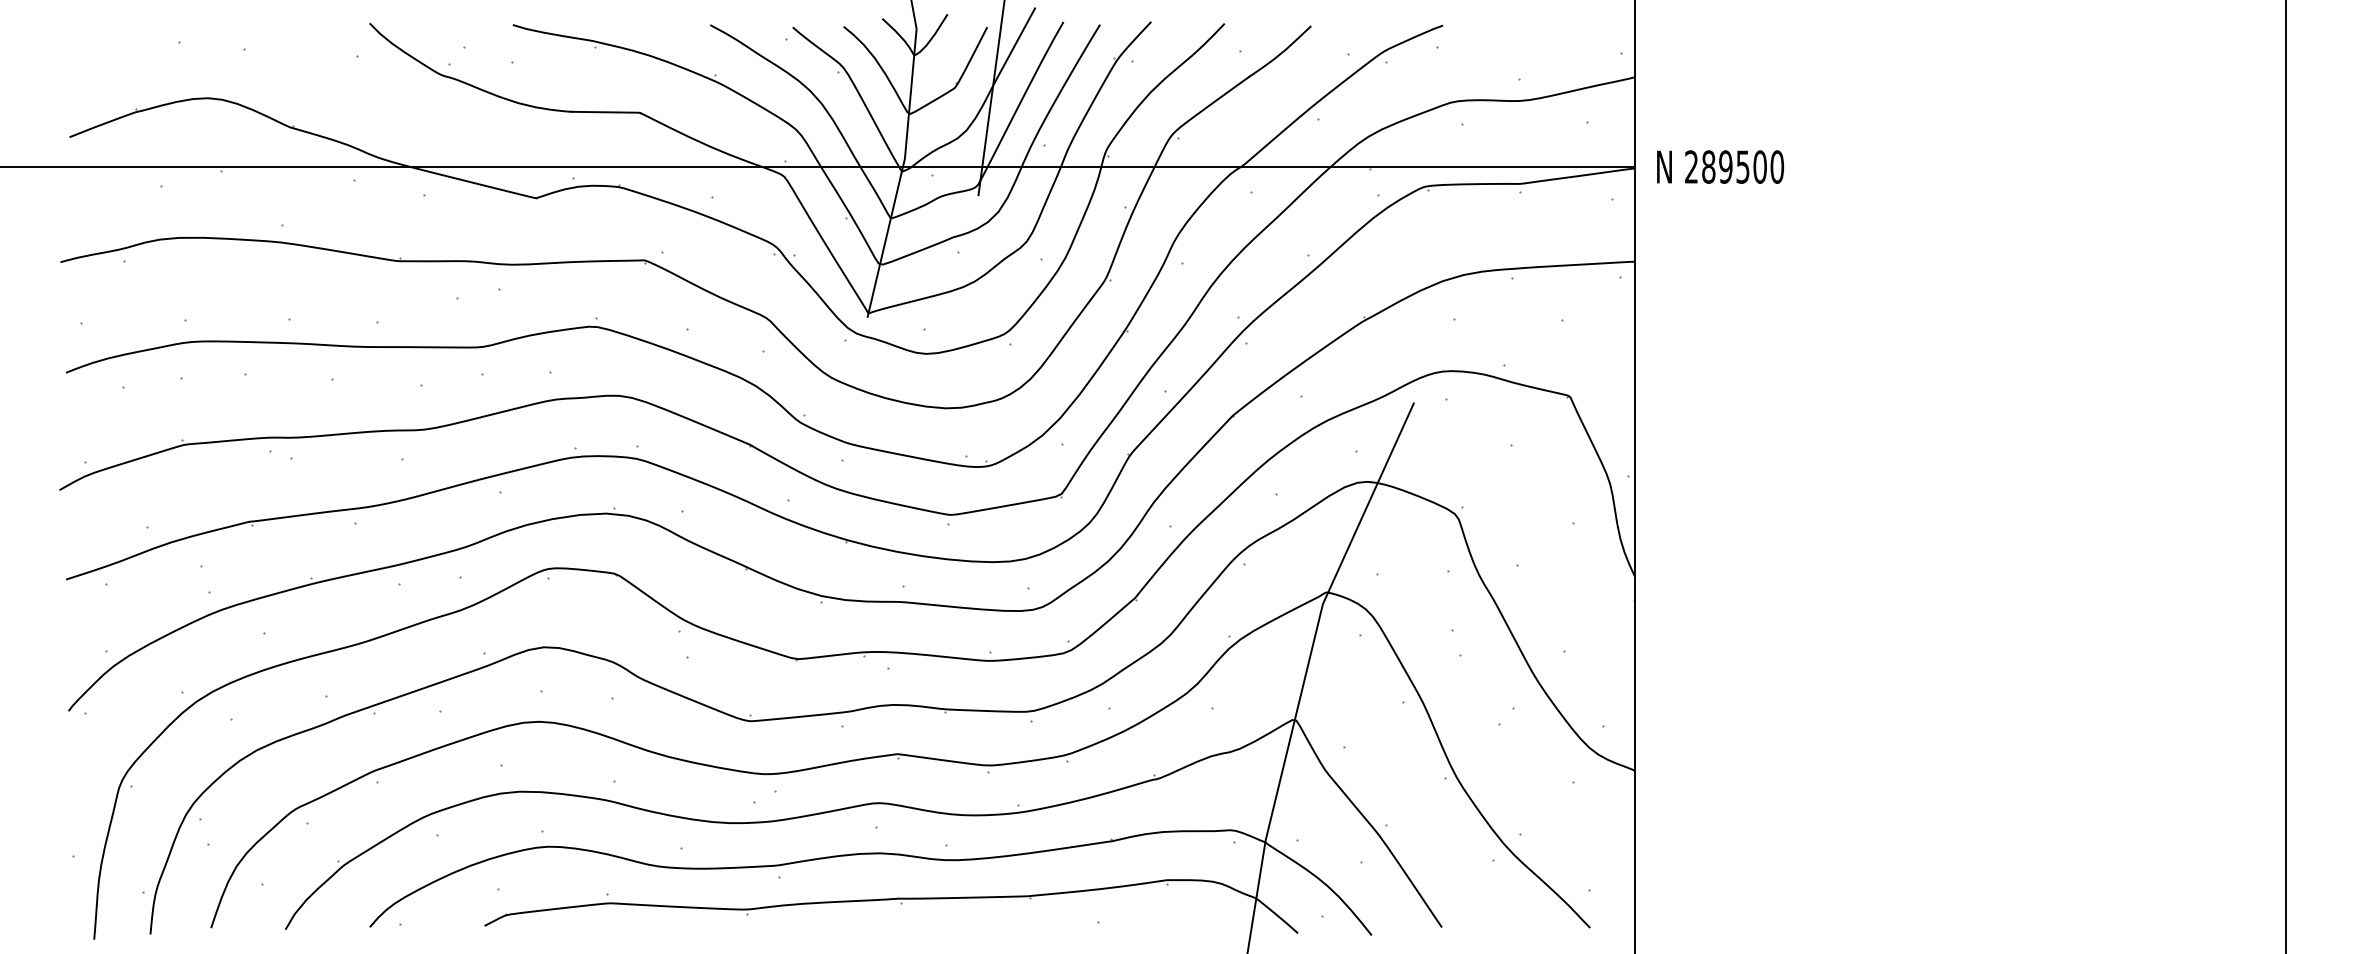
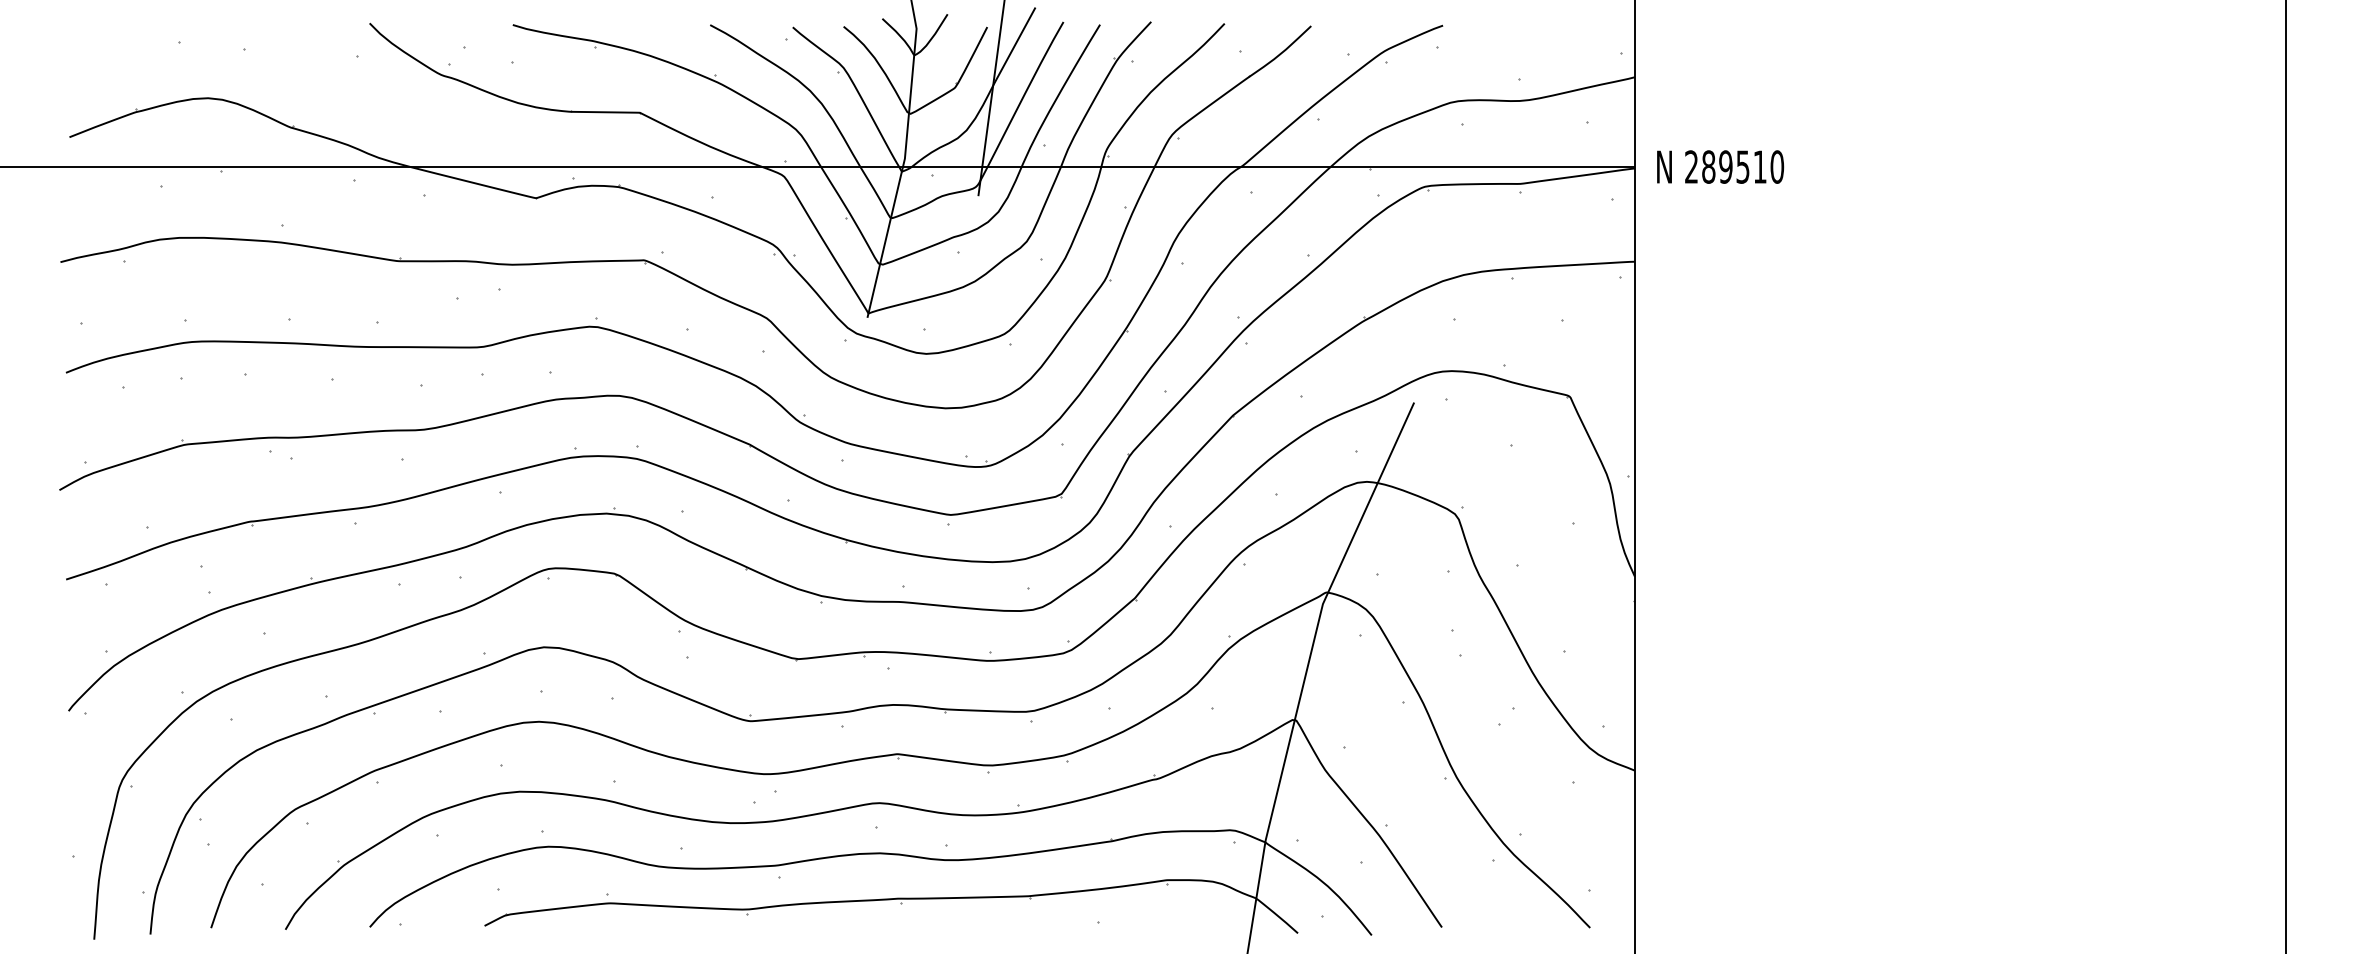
text at (1759, 166): 289500 -> 289510
